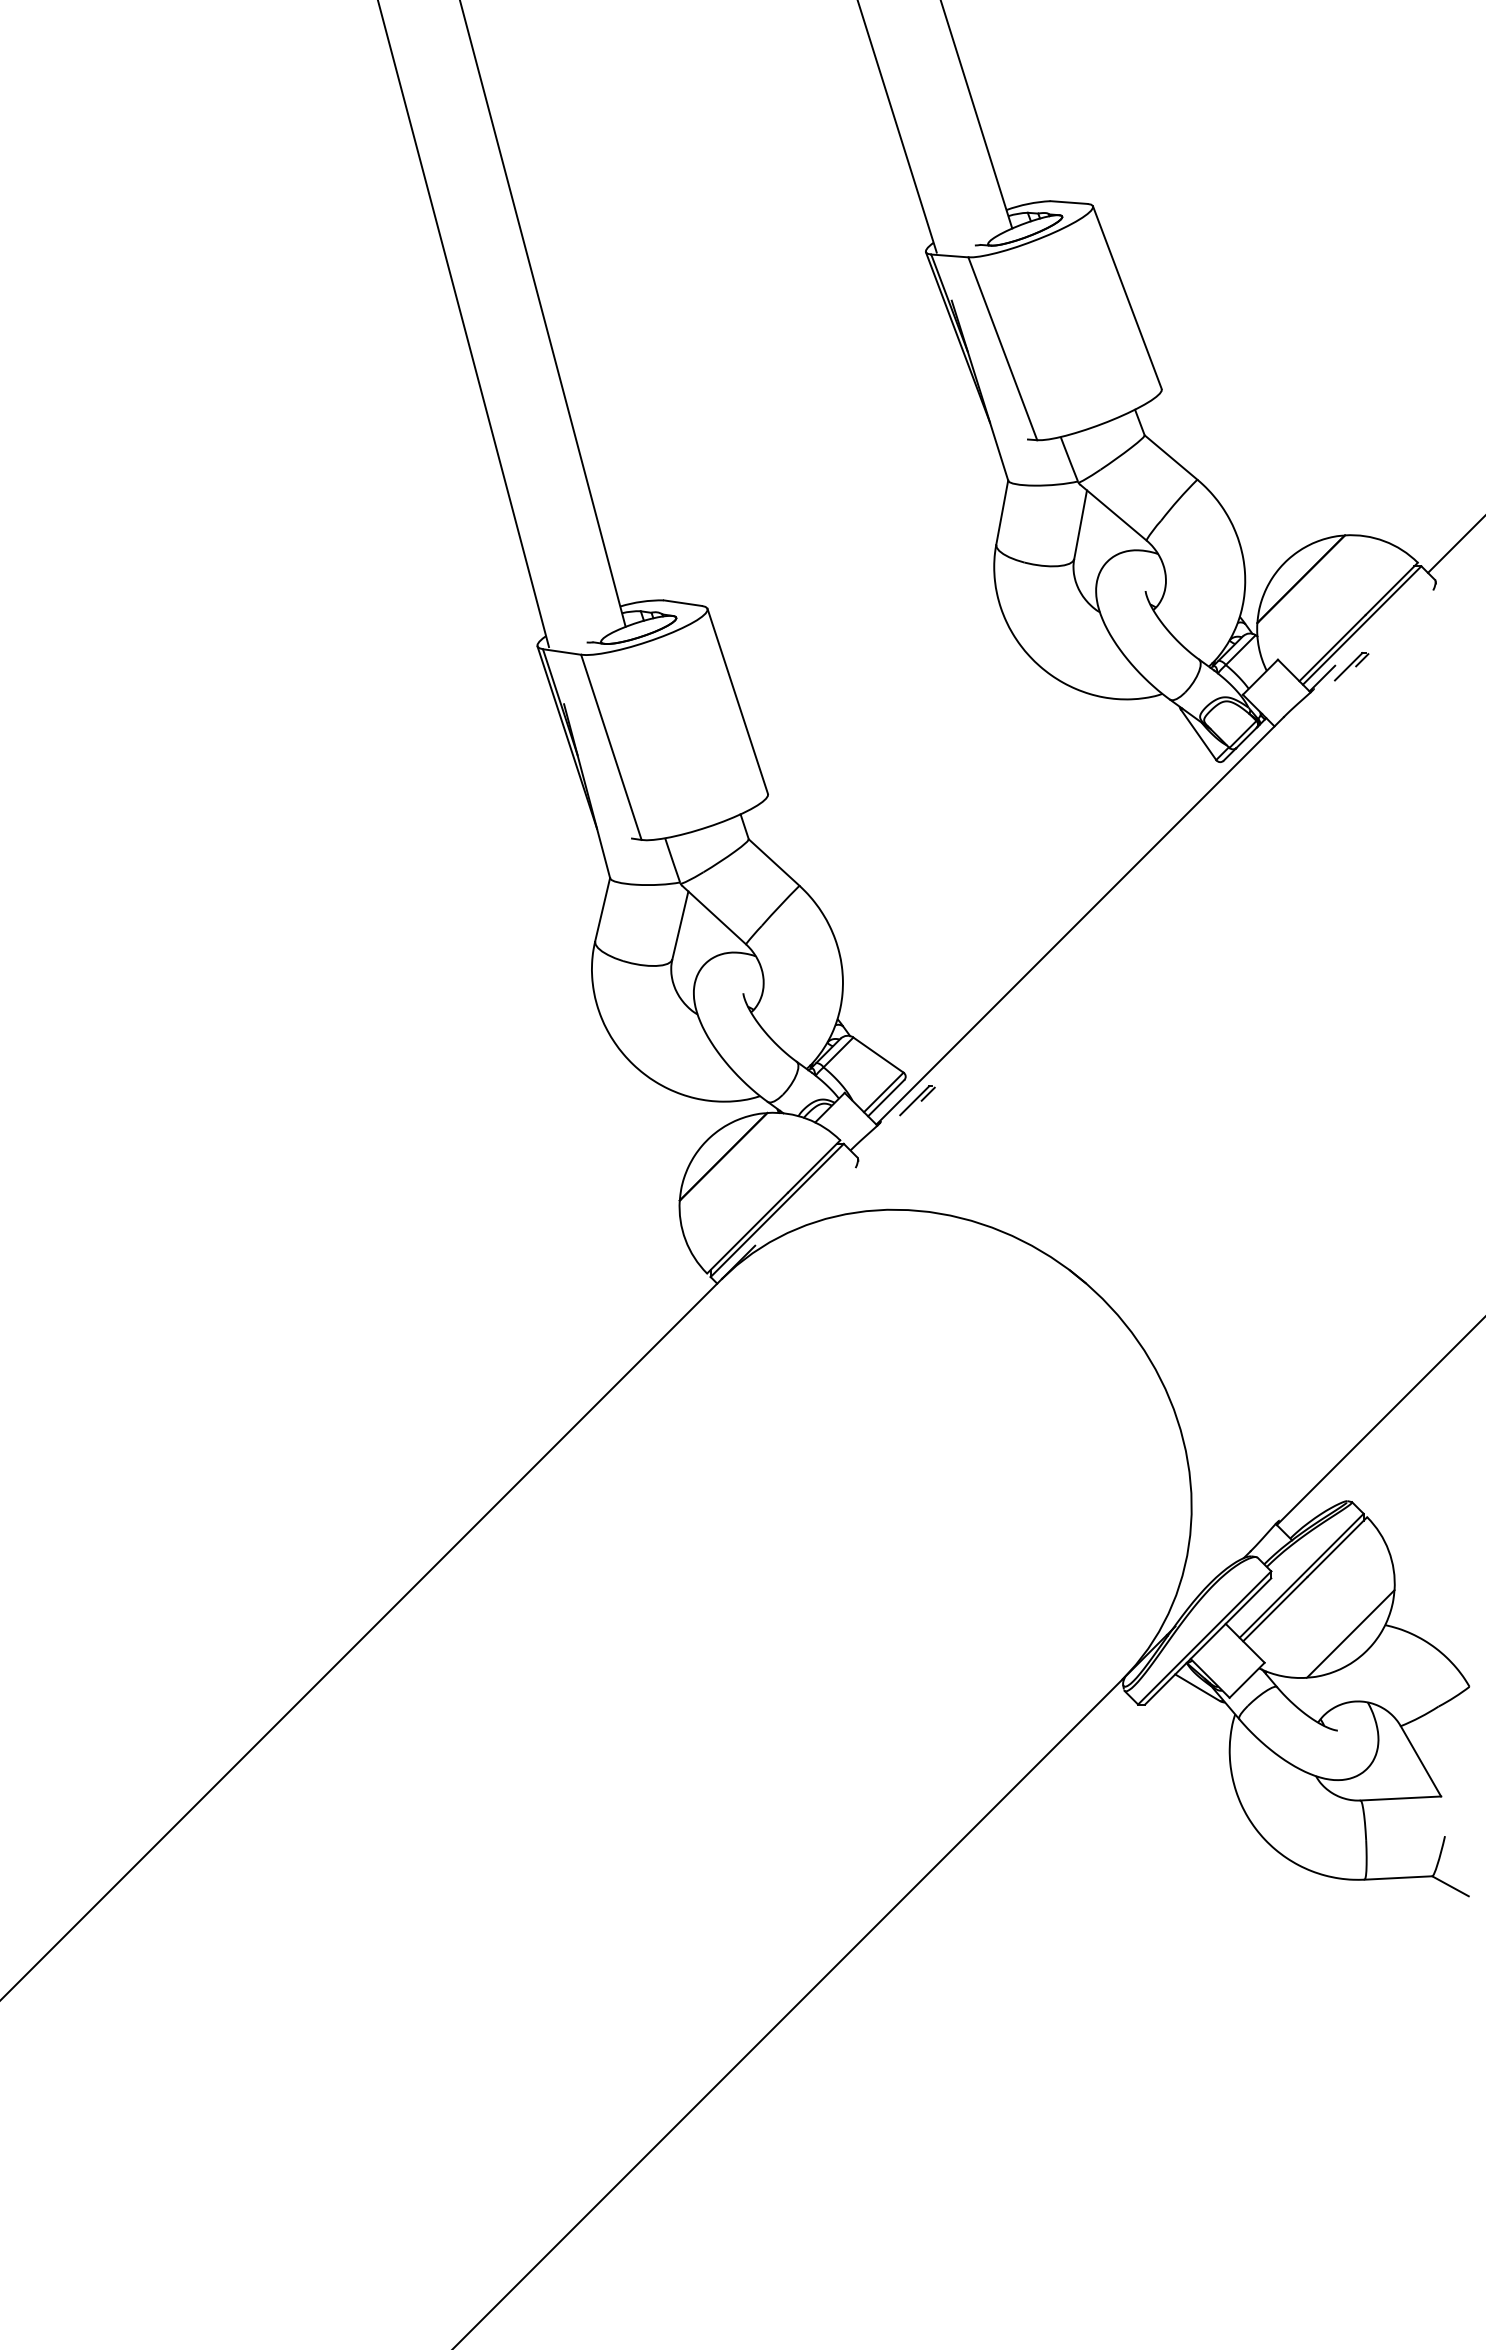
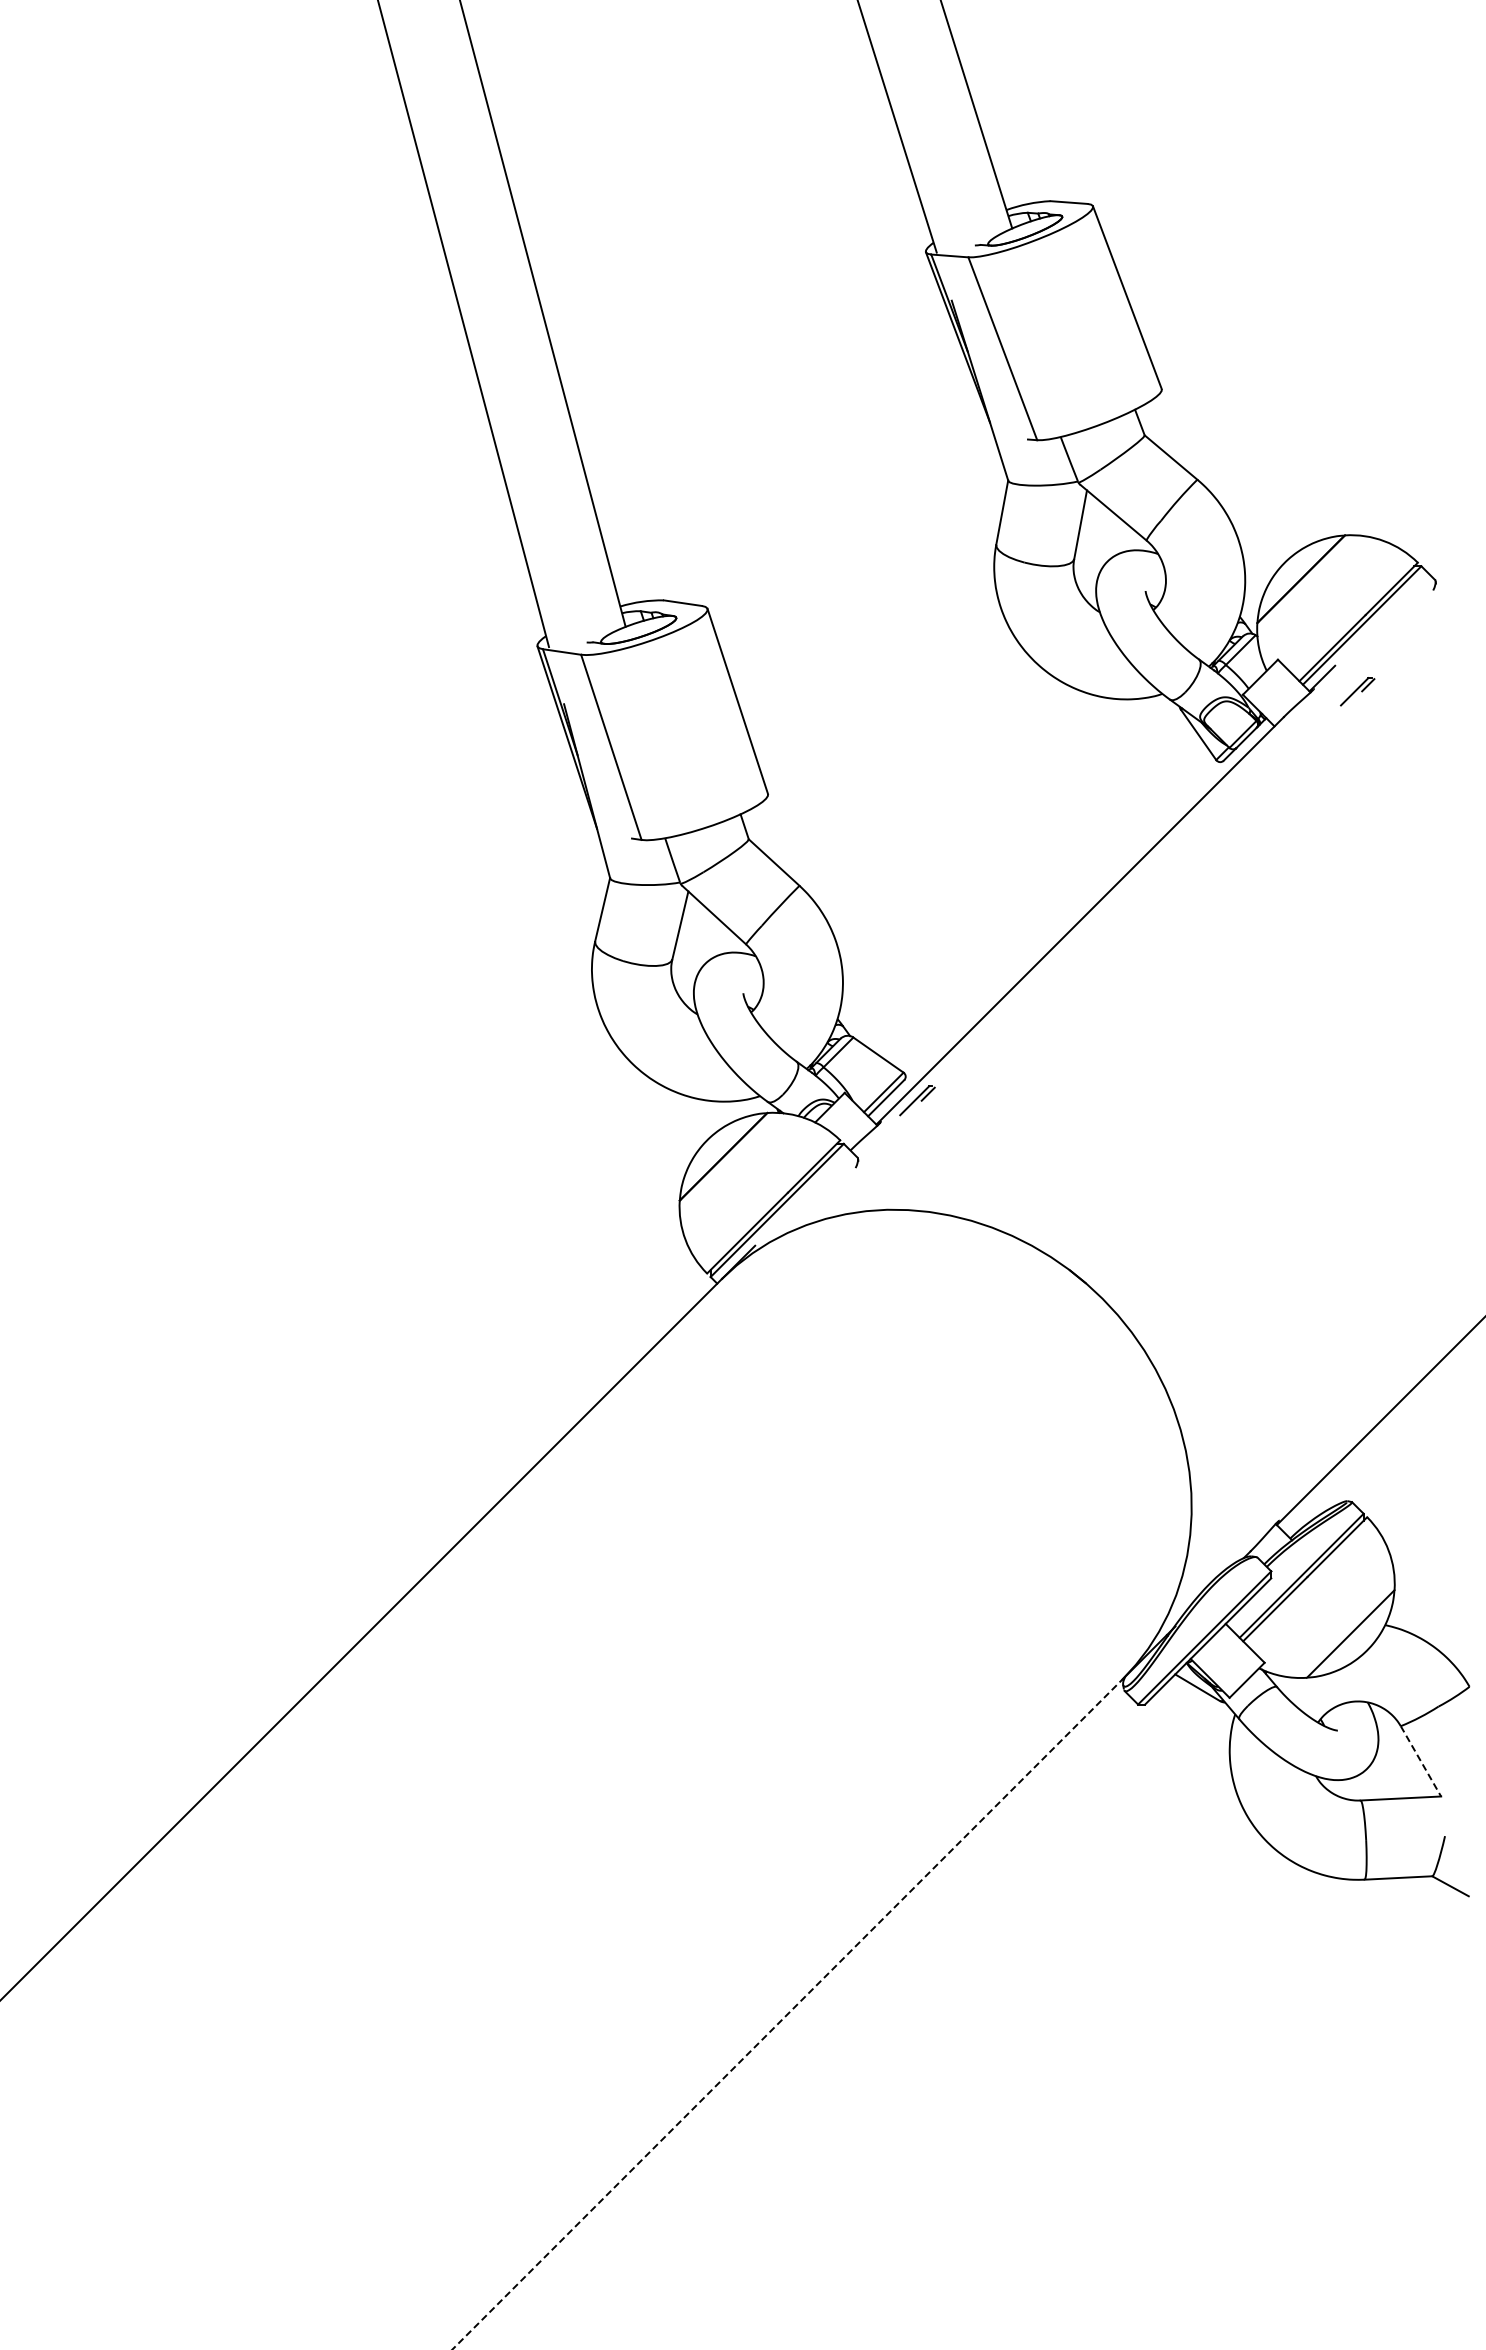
line at (1455, 545): present -> none
part at (1351, 666) position: (1351, 666) -> (1357, 691)
line at (1421, 1761): solid -> dashed
line at (787, 2014): solid -> dashed
